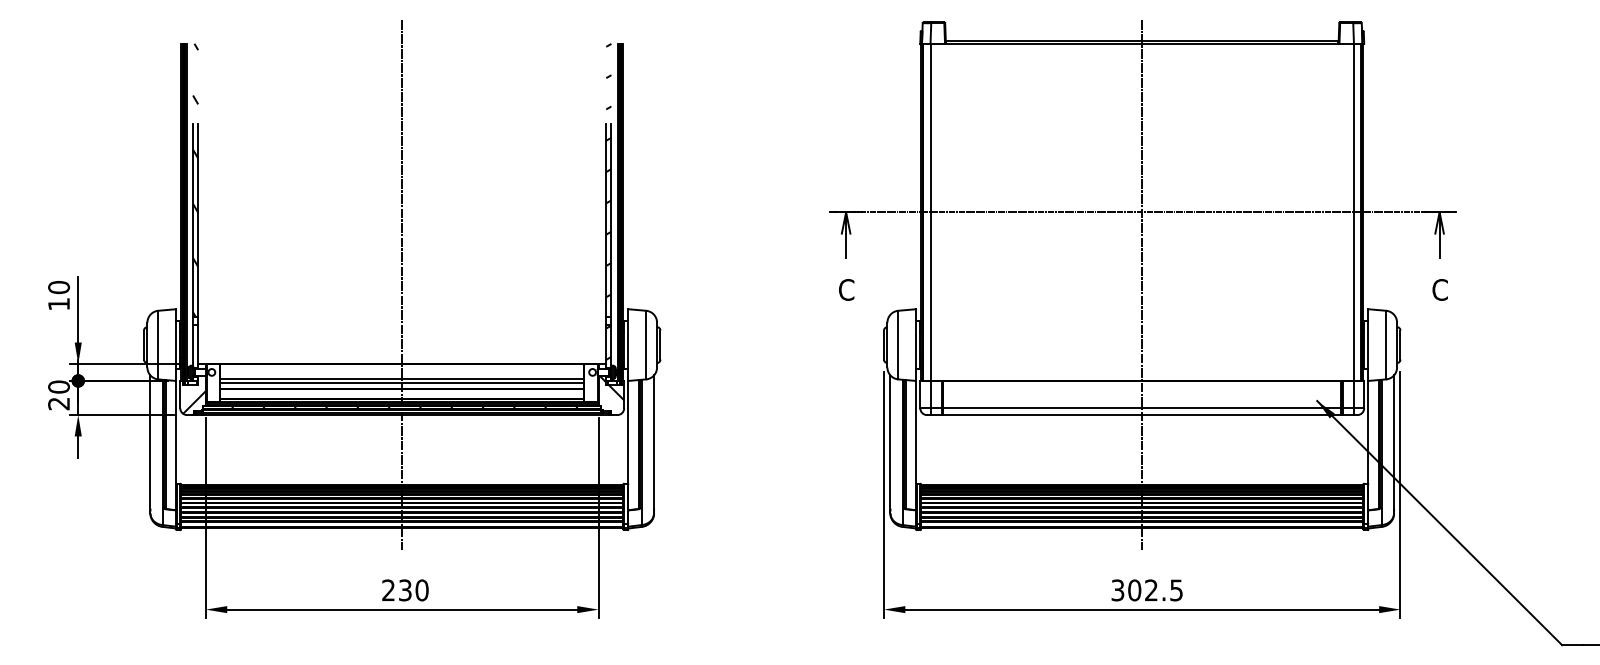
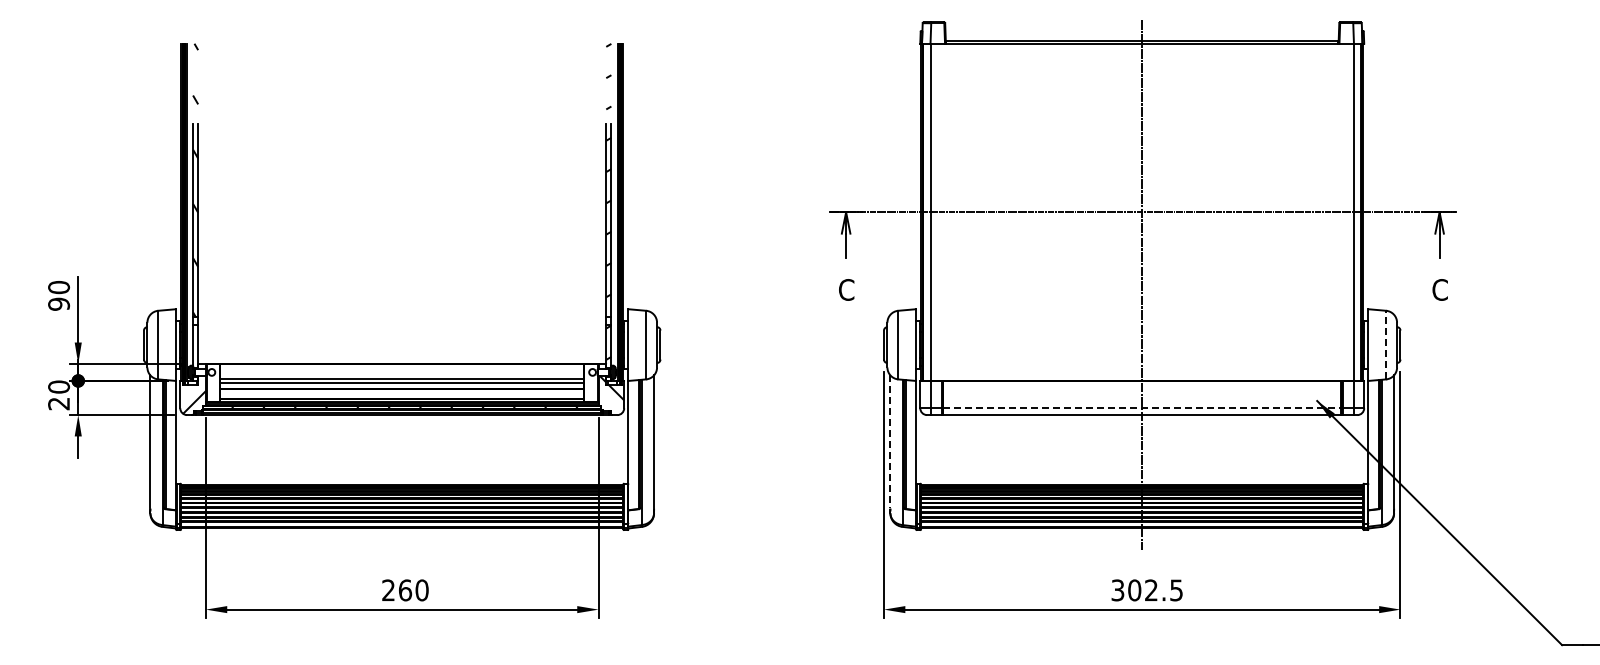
line at (402, 284): present -> none
text at (59, 303): 10 -> 90
line at (1386, 344): solid -> dashed
line at (1142, 408): solid -> dashed
line at (890, 441): solid -> dashed
text at (405, 590): 230 -> 260
